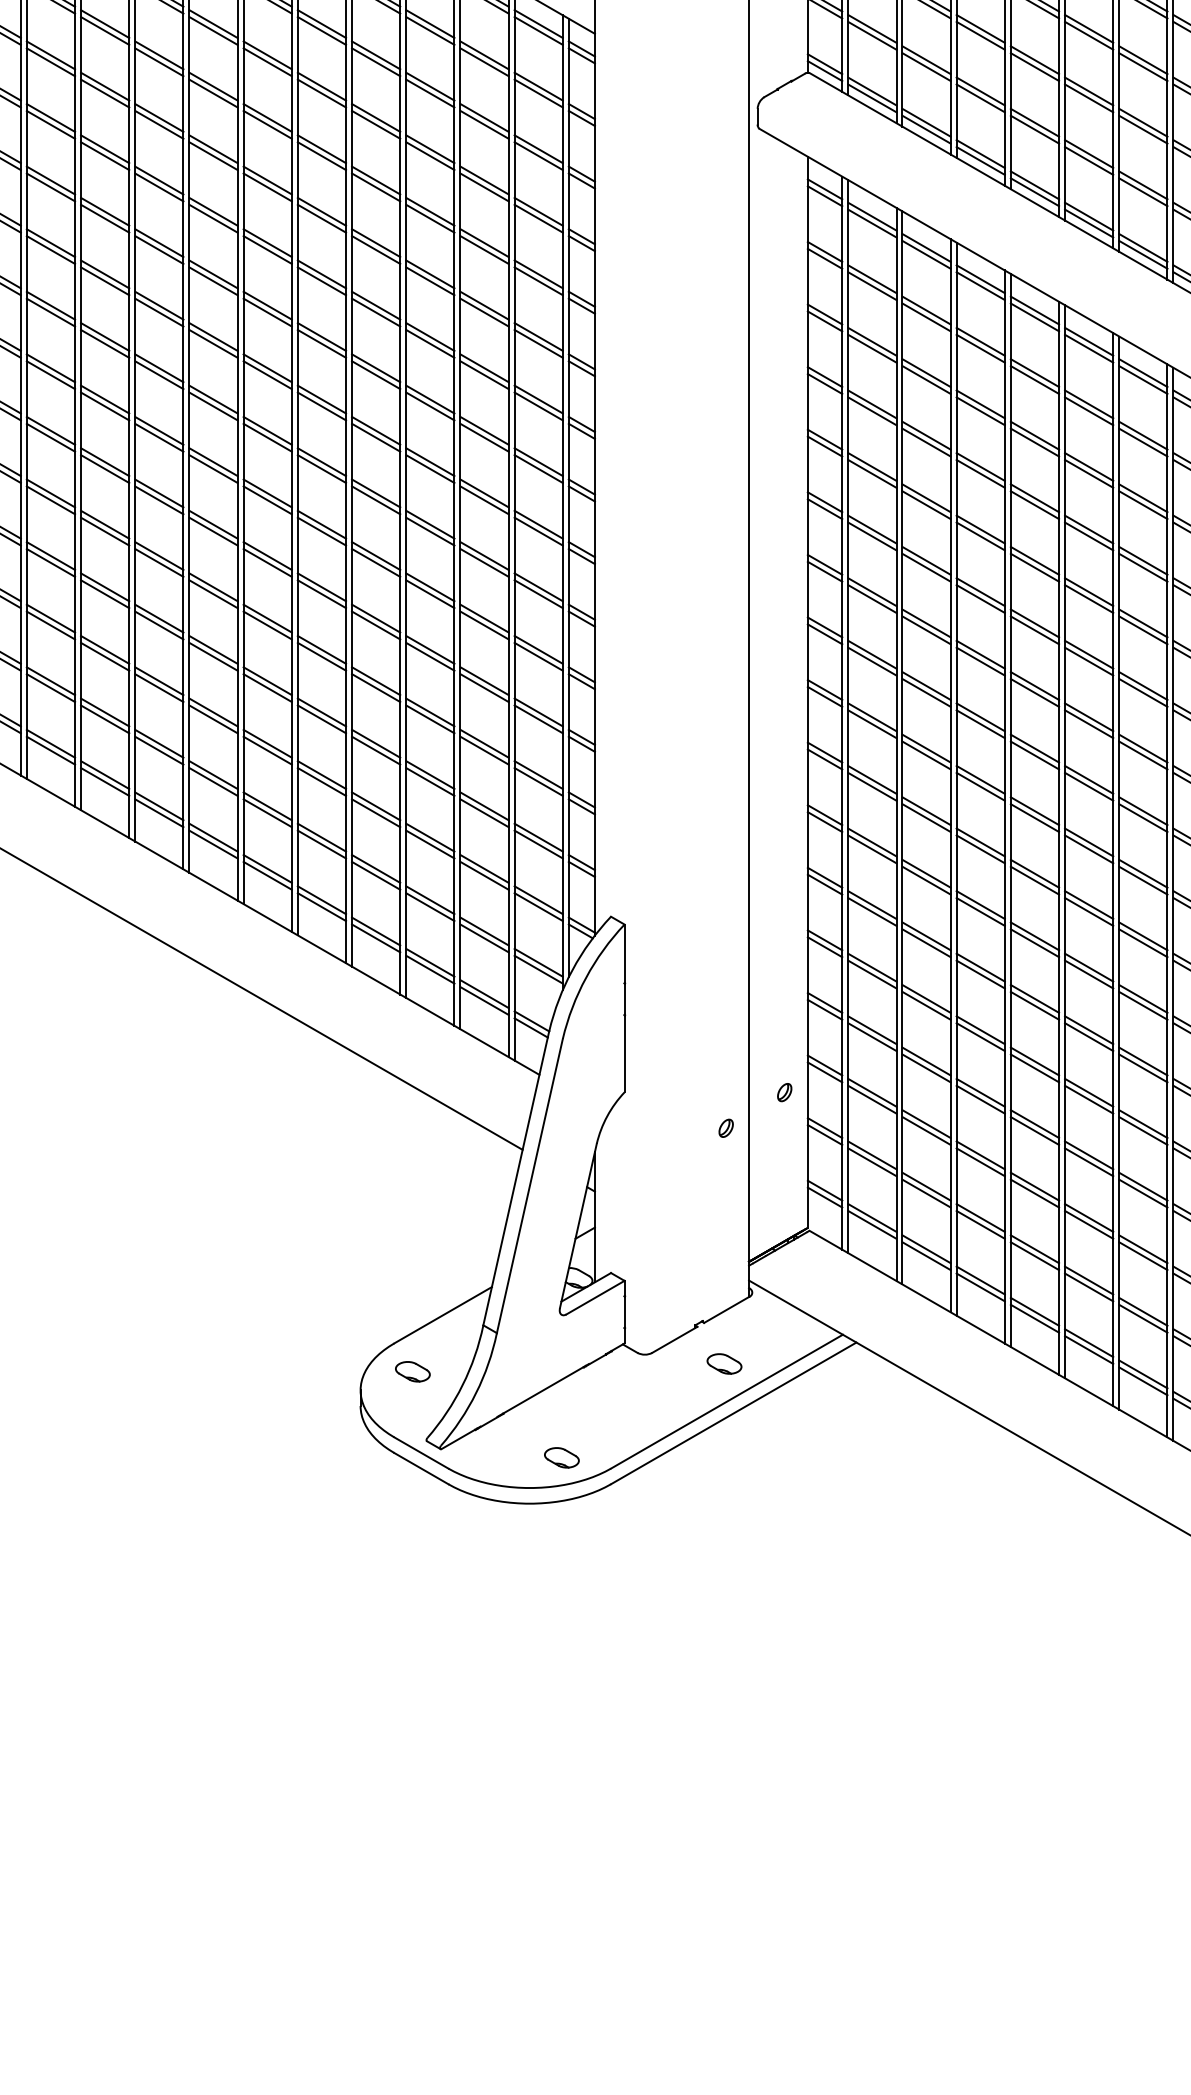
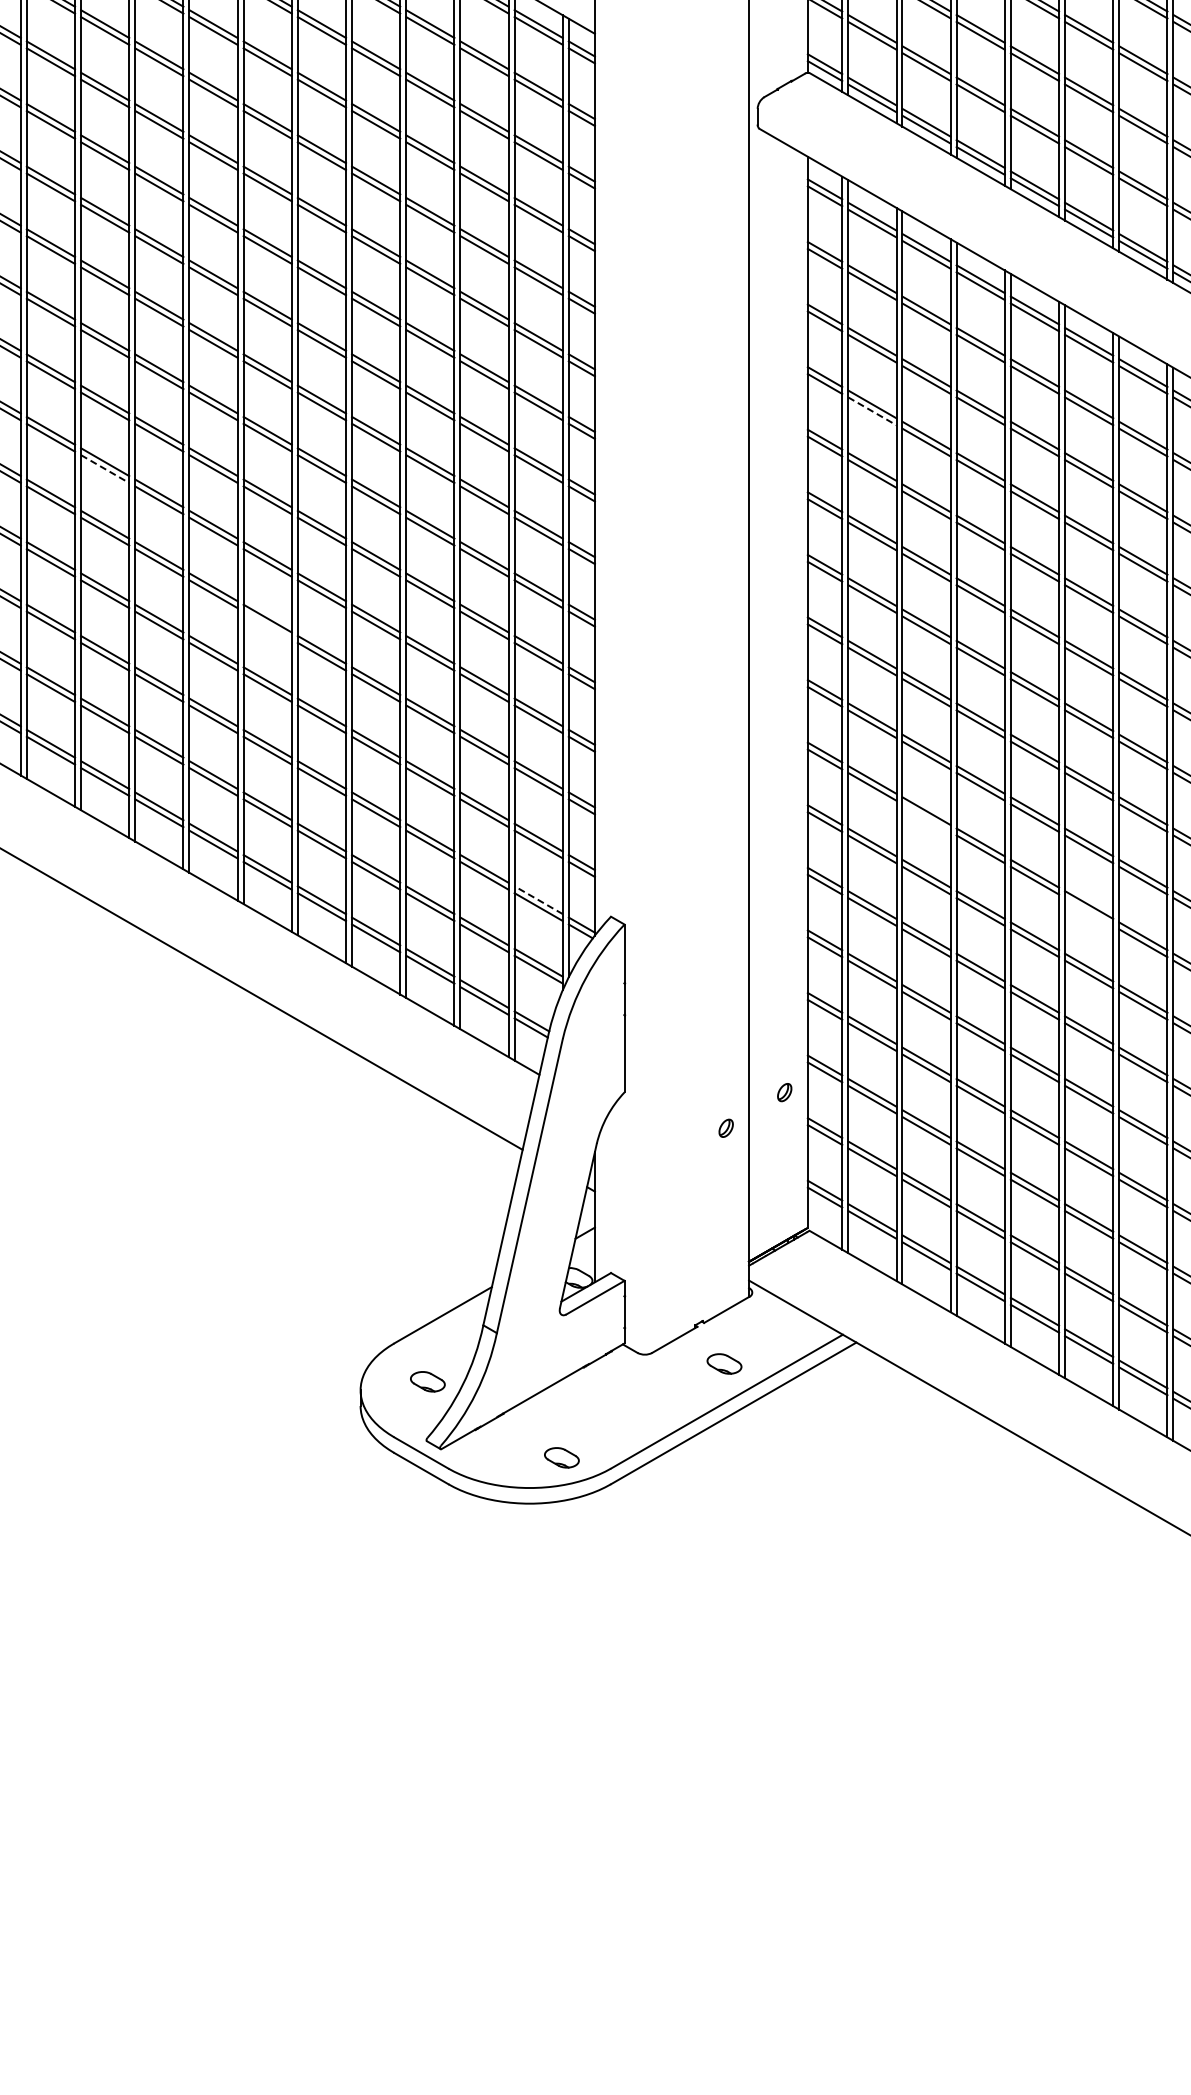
line at (872, 411): solid -> dashed
line at (105, 469): solid -> dashed
line at (267, 625): present -> none
line at (926, 818): present -> none
line at (538, 900): solid -> dashed
line at (1089, 911): present -> none
part at (412, 1371) position: (412, 1371) -> (427, 1381)
